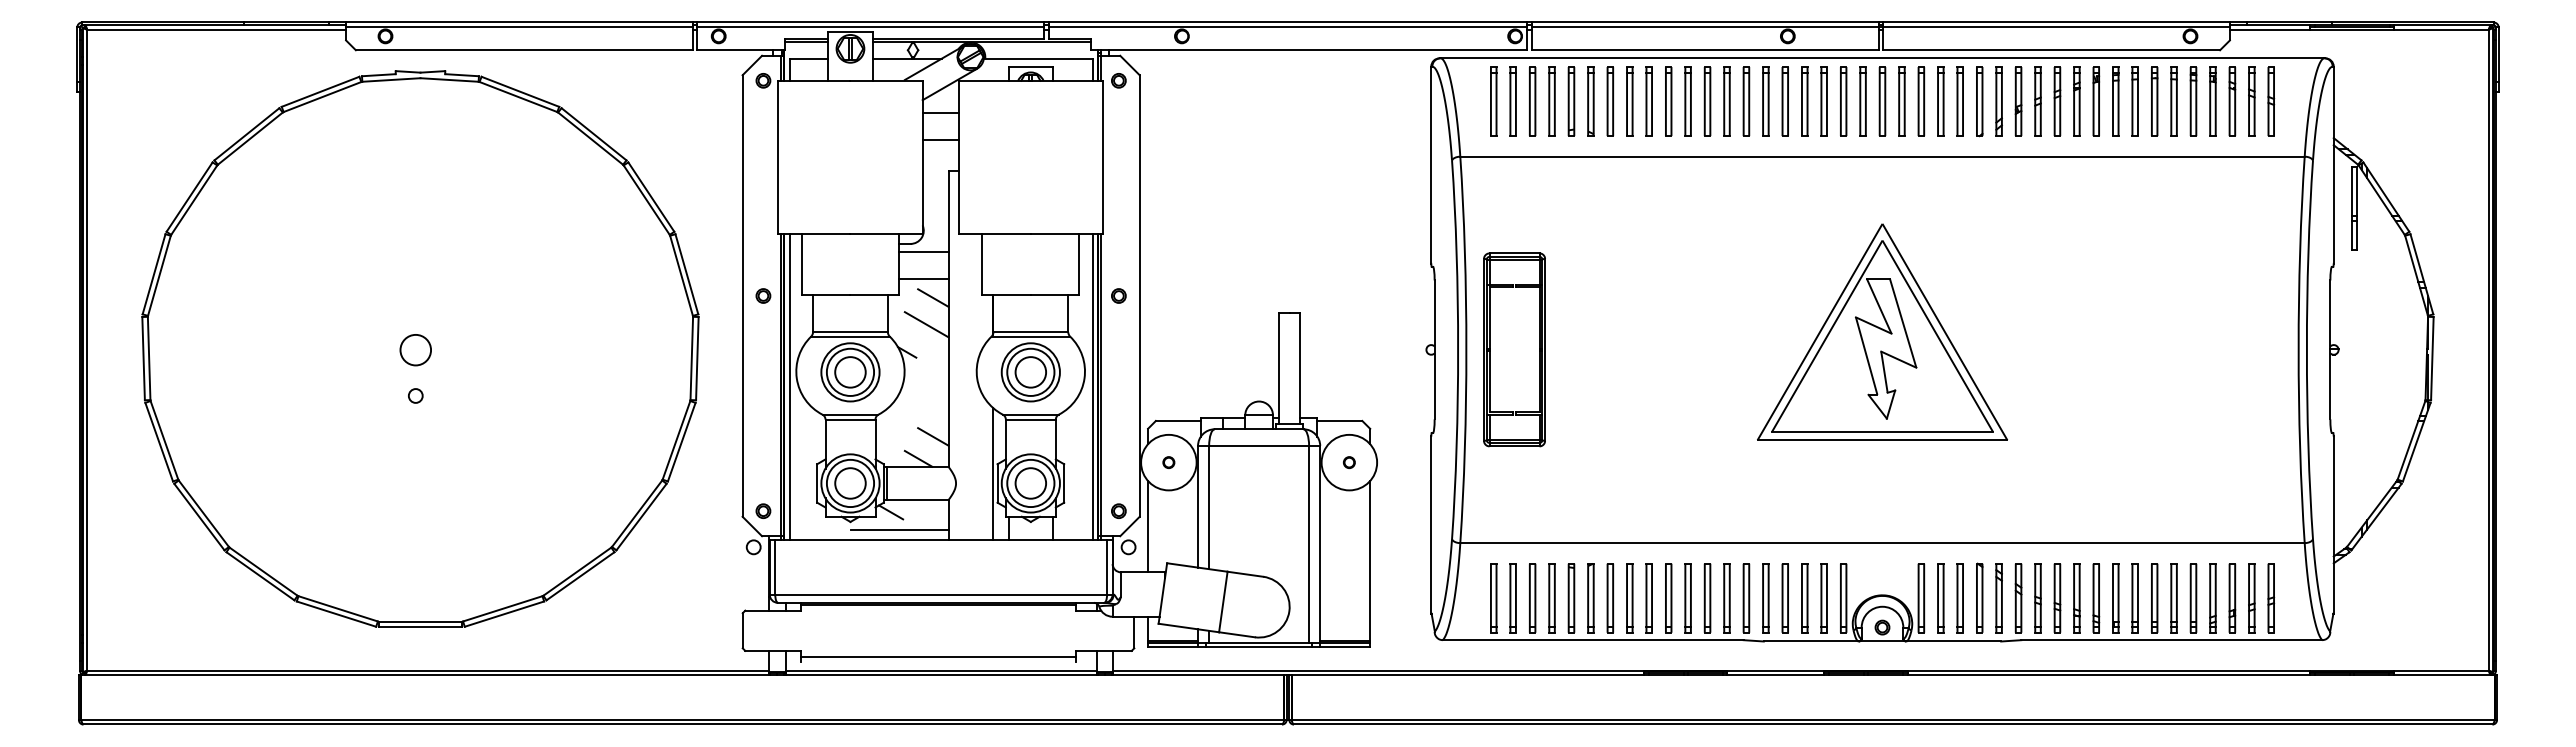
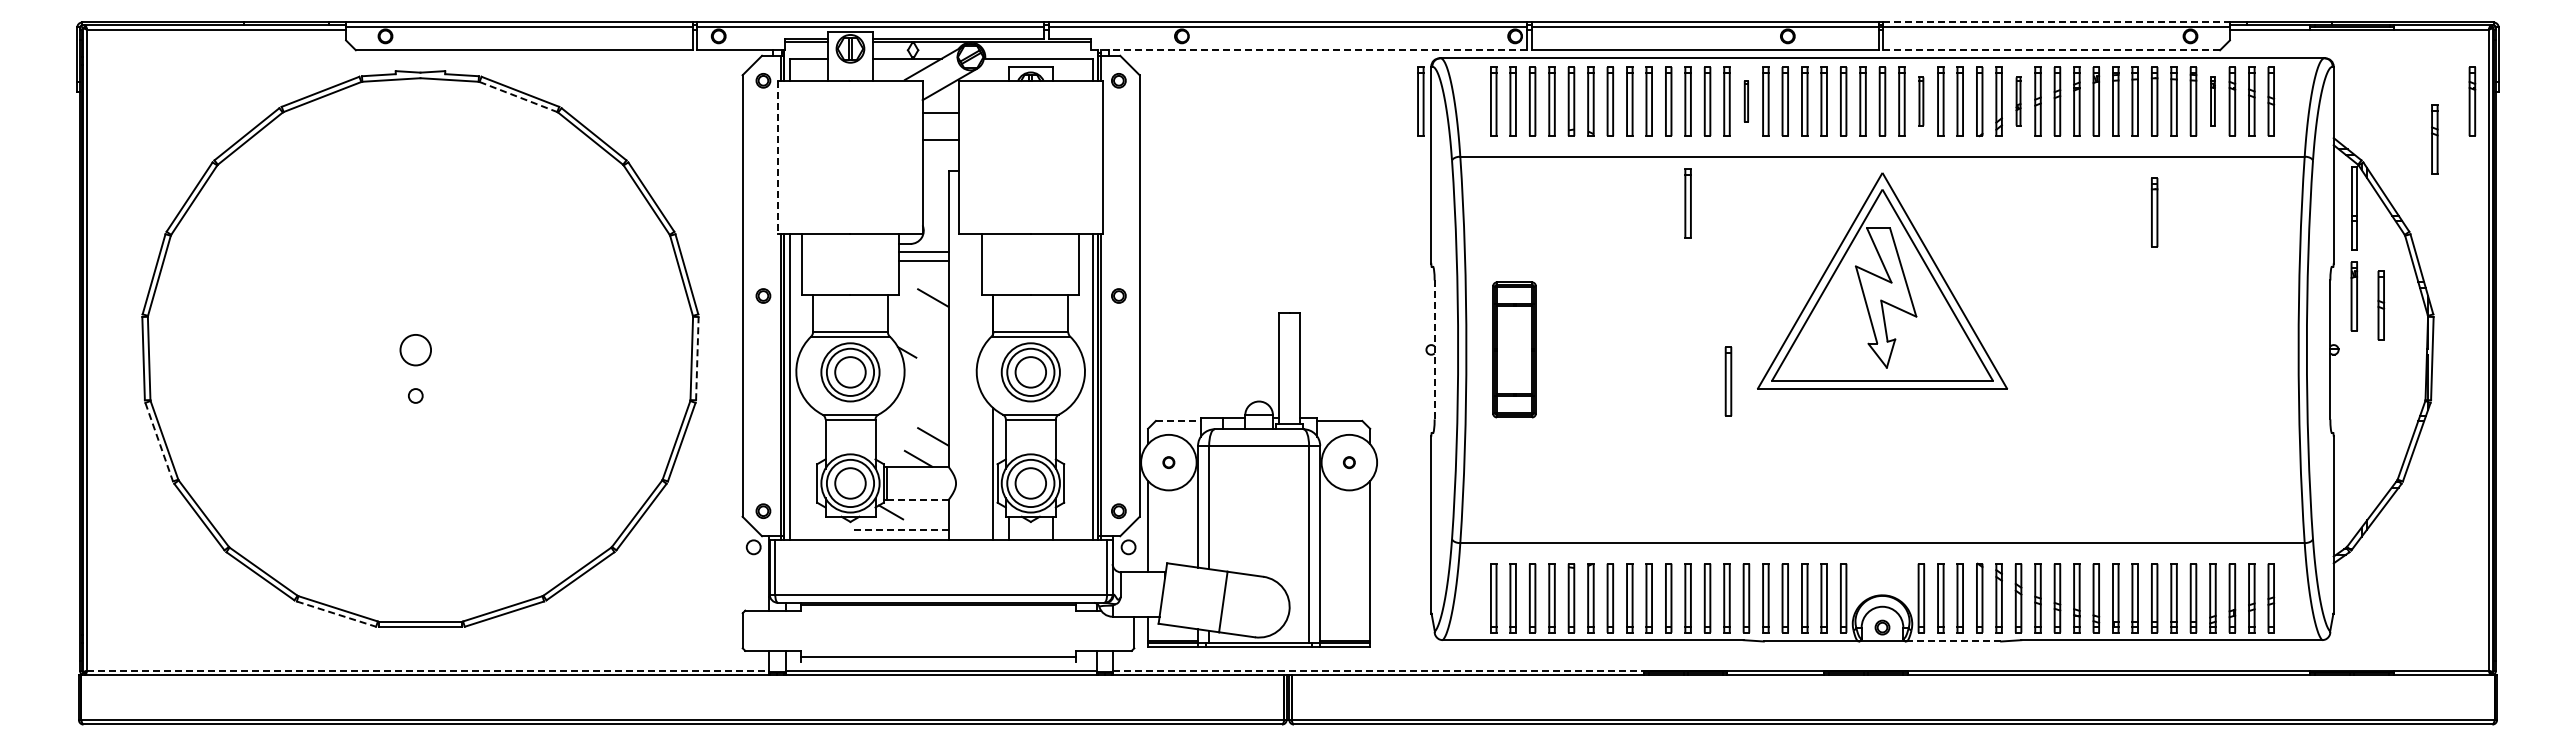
line at (2056, 22): solid -> dashed
line at (1309, 50): solid -> dashed
line at (2051, 50): solid -> dashed
line at (518, 97): solid -> dashed
part at (1420, 101): none -> present
part at (1746, 101) size: 9x71 px -> 6x43 px
part at (1921, 101) size: 9x71 px -> 7x51 px
part at (2018, 101) size: 9x71 px -> 7x51 px
part at (2212, 101) size: 8x71 px -> 6x51 px
part at (2472, 101): none -> present
part at (2434, 139): none -> present
line at (778, 157): solid -> dashed
part at (1687, 203): none -> present
part at (2154, 212): none -> present
line at (923, 278) position: (923, 278) -> (923, 260)
part at (2354, 296): none -> present
part at (2381, 305): none -> present
line at (926, 324): present -> none
part at (1882, 331) position: (1882, 331) -> (1882, 280)
part at (1514, 349) size: 63x196 px -> 45x138 px
line at (1434, 350): solid -> dashed
line at (697, 358): solid -> dashed
part at (1728, 381): none -> present
line at (1178, 420): solid -> dashed
line at (159, 442): solid -> dashed
line at (917, 500): solid -> dashed
line at (899, 529): solid -> dashed
line at (336, 614): solid -> dashed
line at (1953, 641): solid -> dashed
line at (428, 670): solid -> dashed
line at (1379, 670): solid -> dashed
